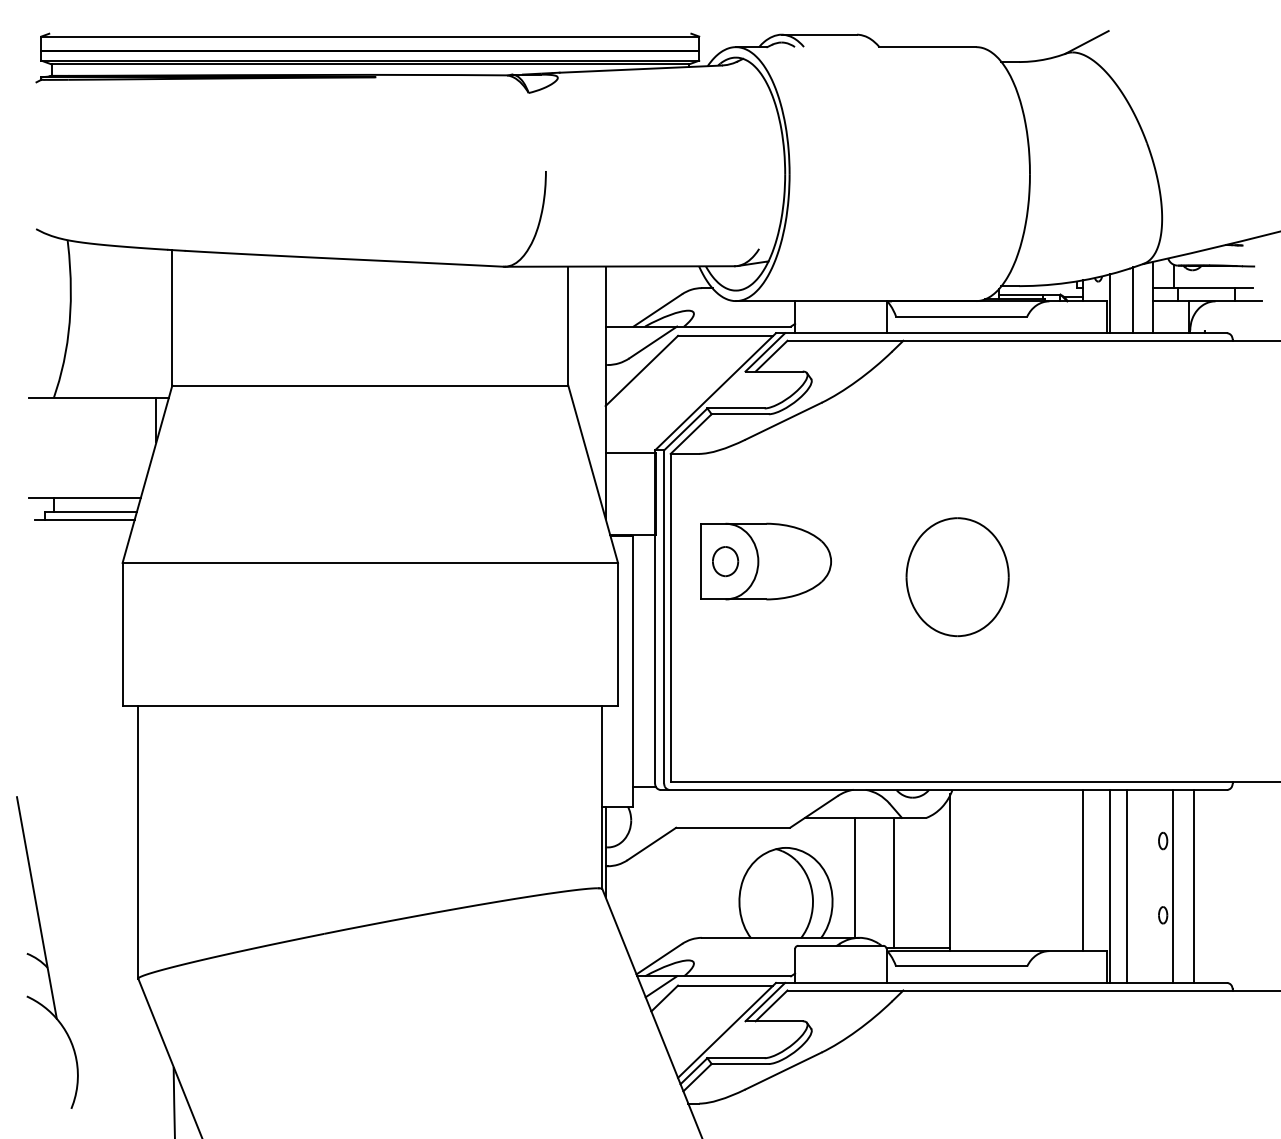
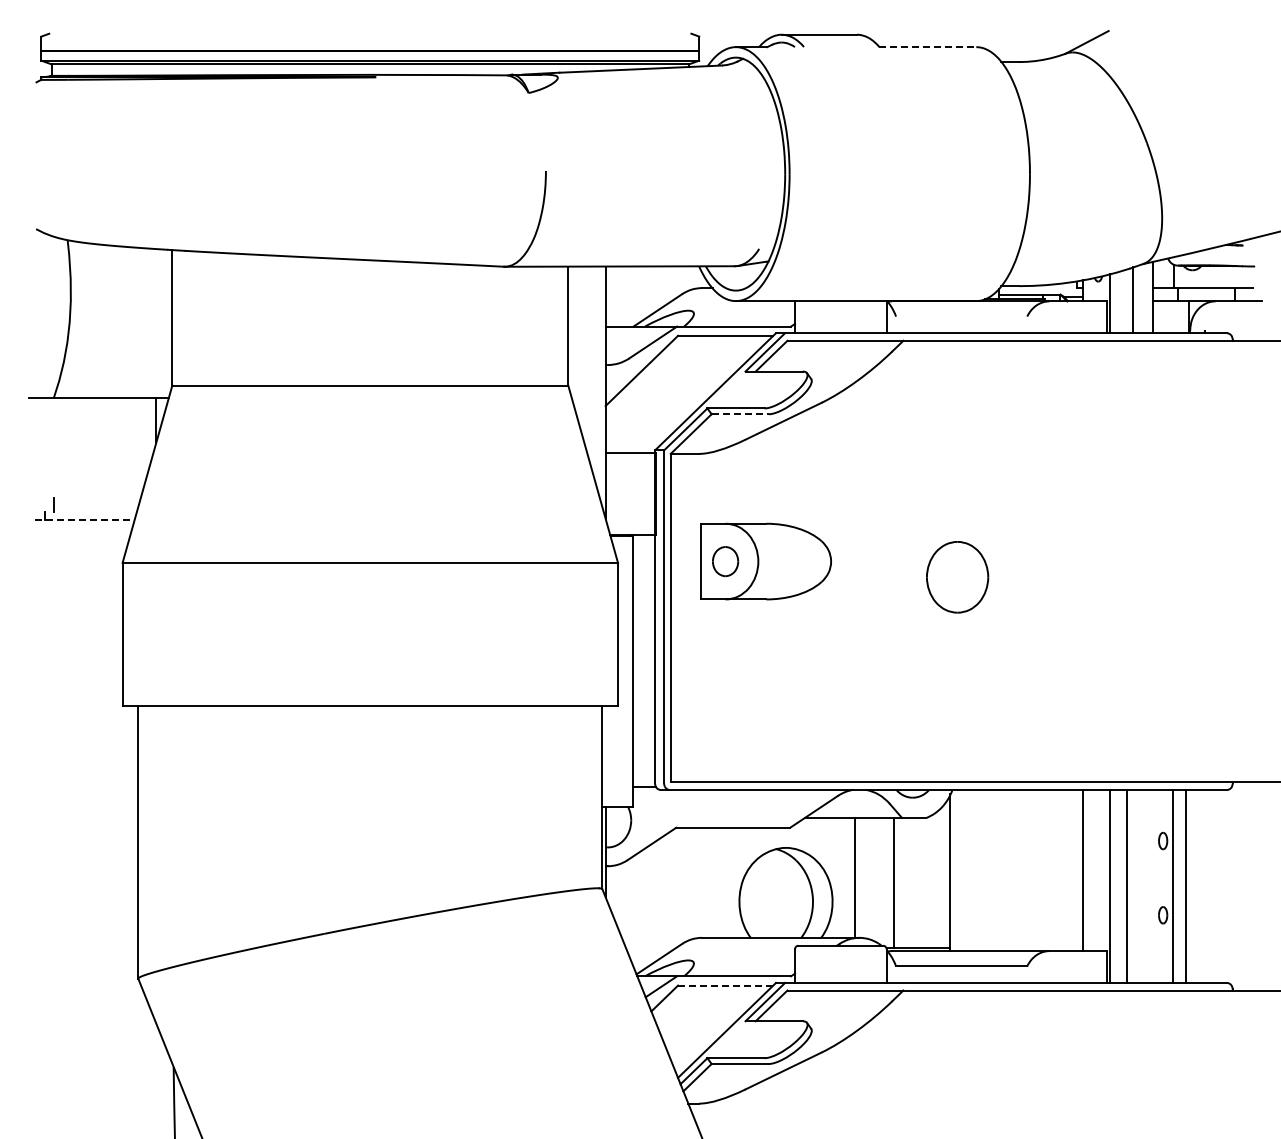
line at (370, 36): present -> none
line at (928, 47): solid -> dashed
line at (961, 316): present -> none
line at (740, 414): solid -> dashed
line at (84, 497): present -> none
line at (90, 511): present -> none
line at (84, 520): solid -> dashed
part at (957, 577) size: 105x121 px -> 64x73 px
line at (1194, 885) position: (1194, 885) -> (1186, 885)
part at (47, 952): present -> none
line at (725, 985): solid -> dashed
